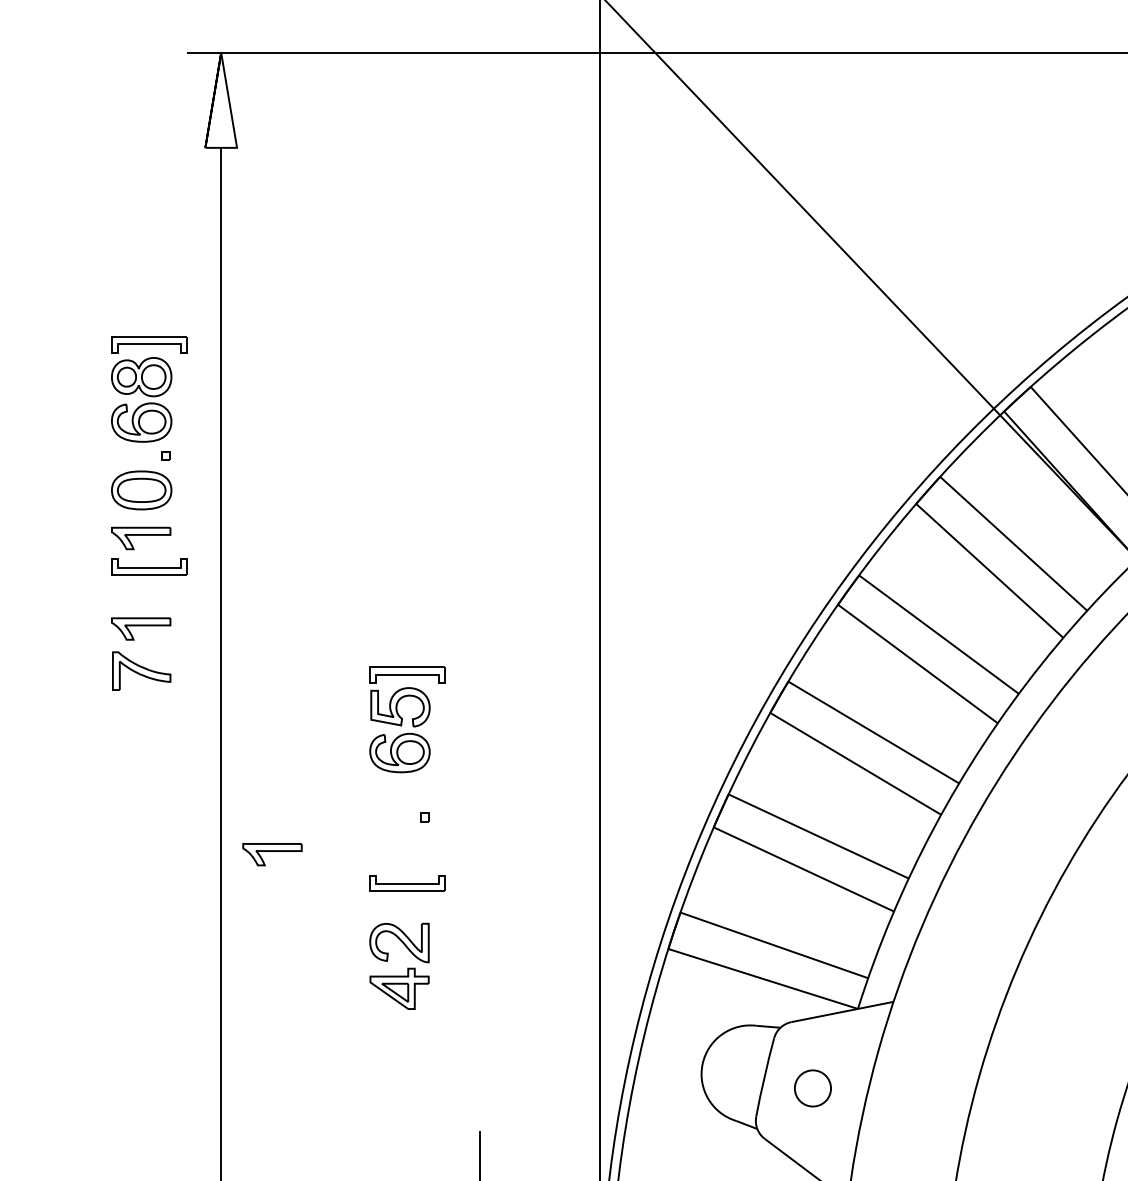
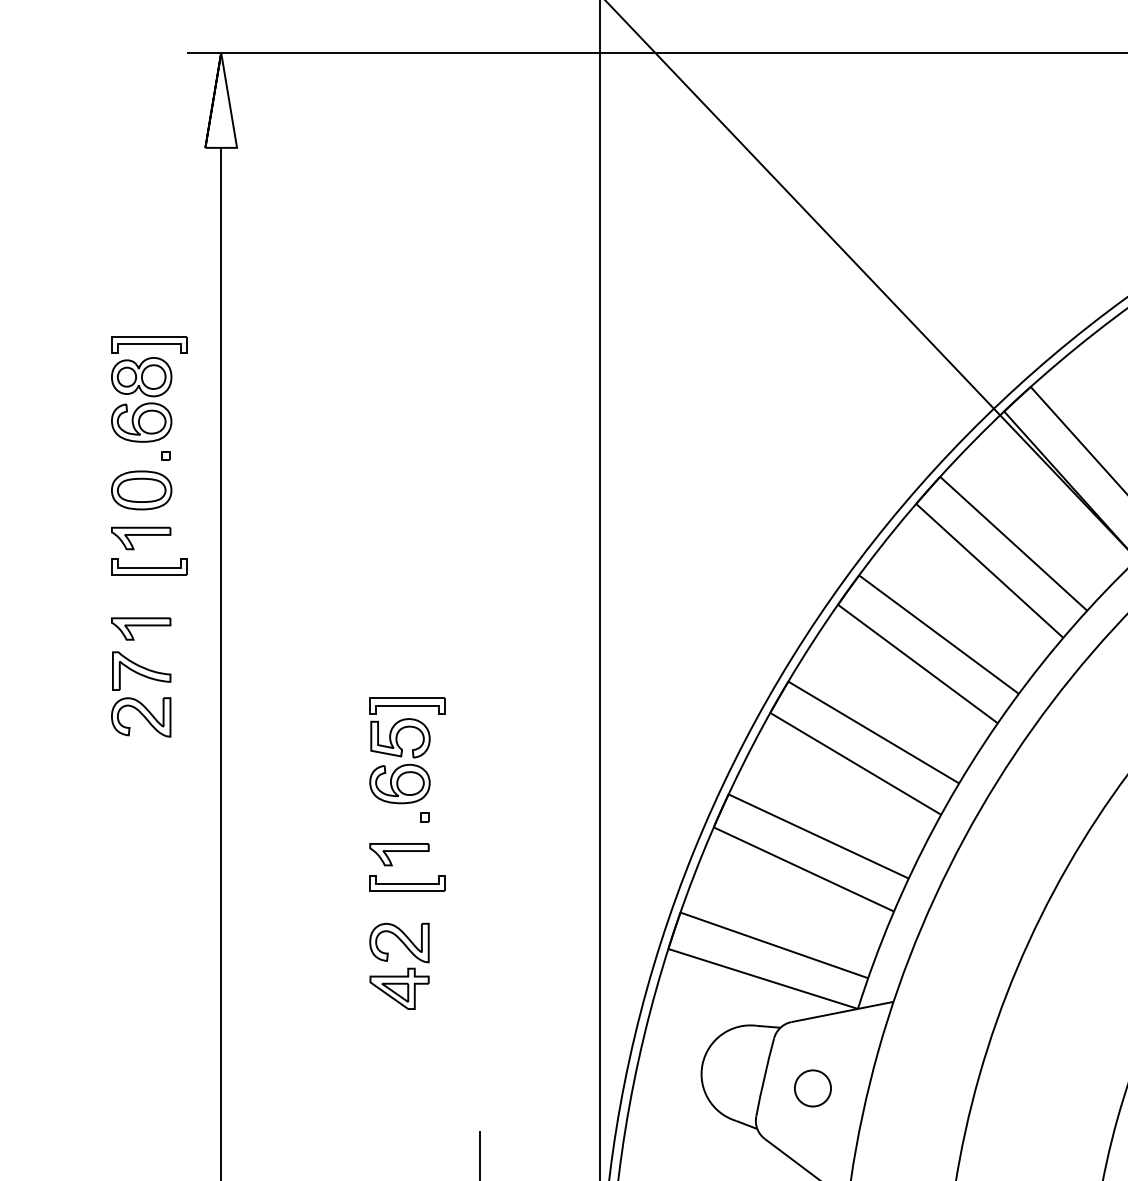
part at (141, 717): none -> present
part at (407, 719) position: (407, 719) -> (407, 750)
part at (272, 854) position: (272, 854) -> (399, 854)
